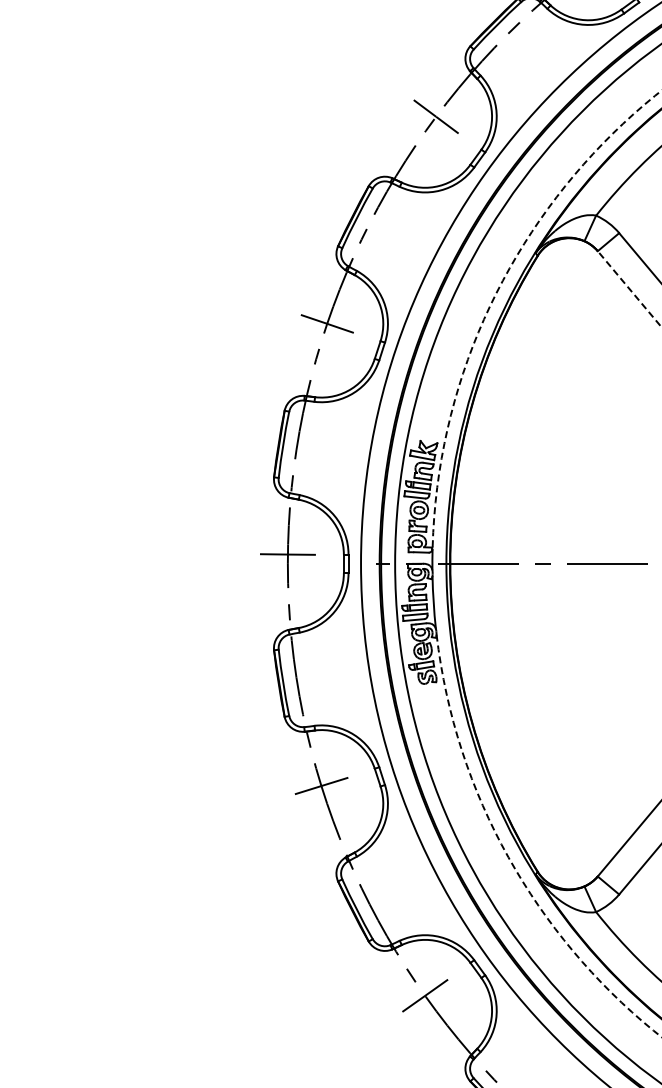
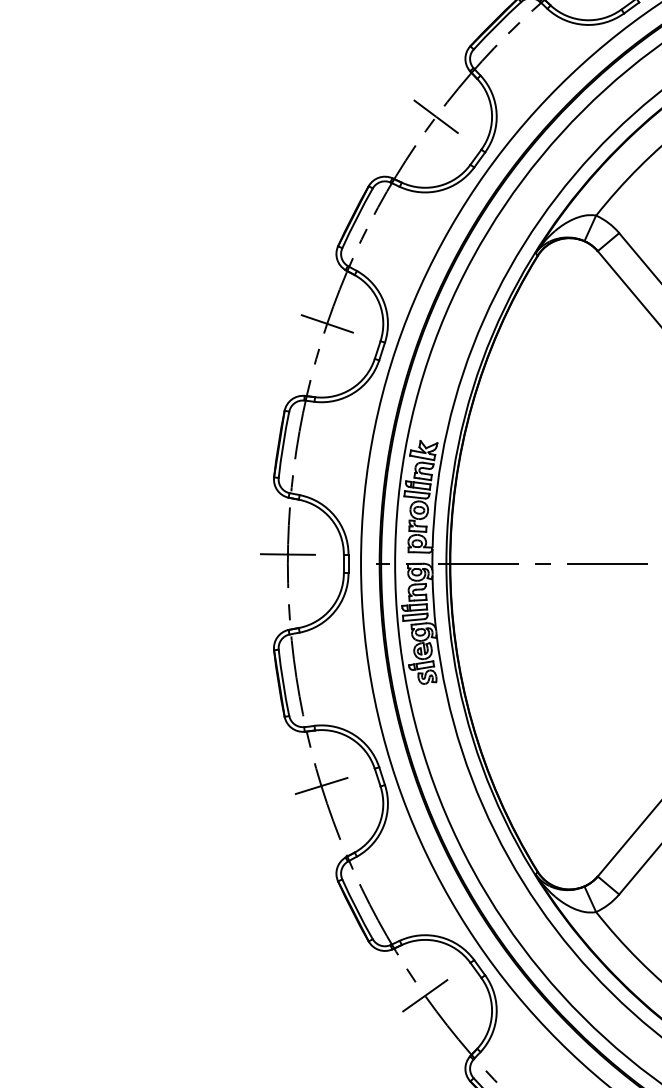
arc at (640, 108): dashed -> solid
line at (629, 289): dashed -> solid
